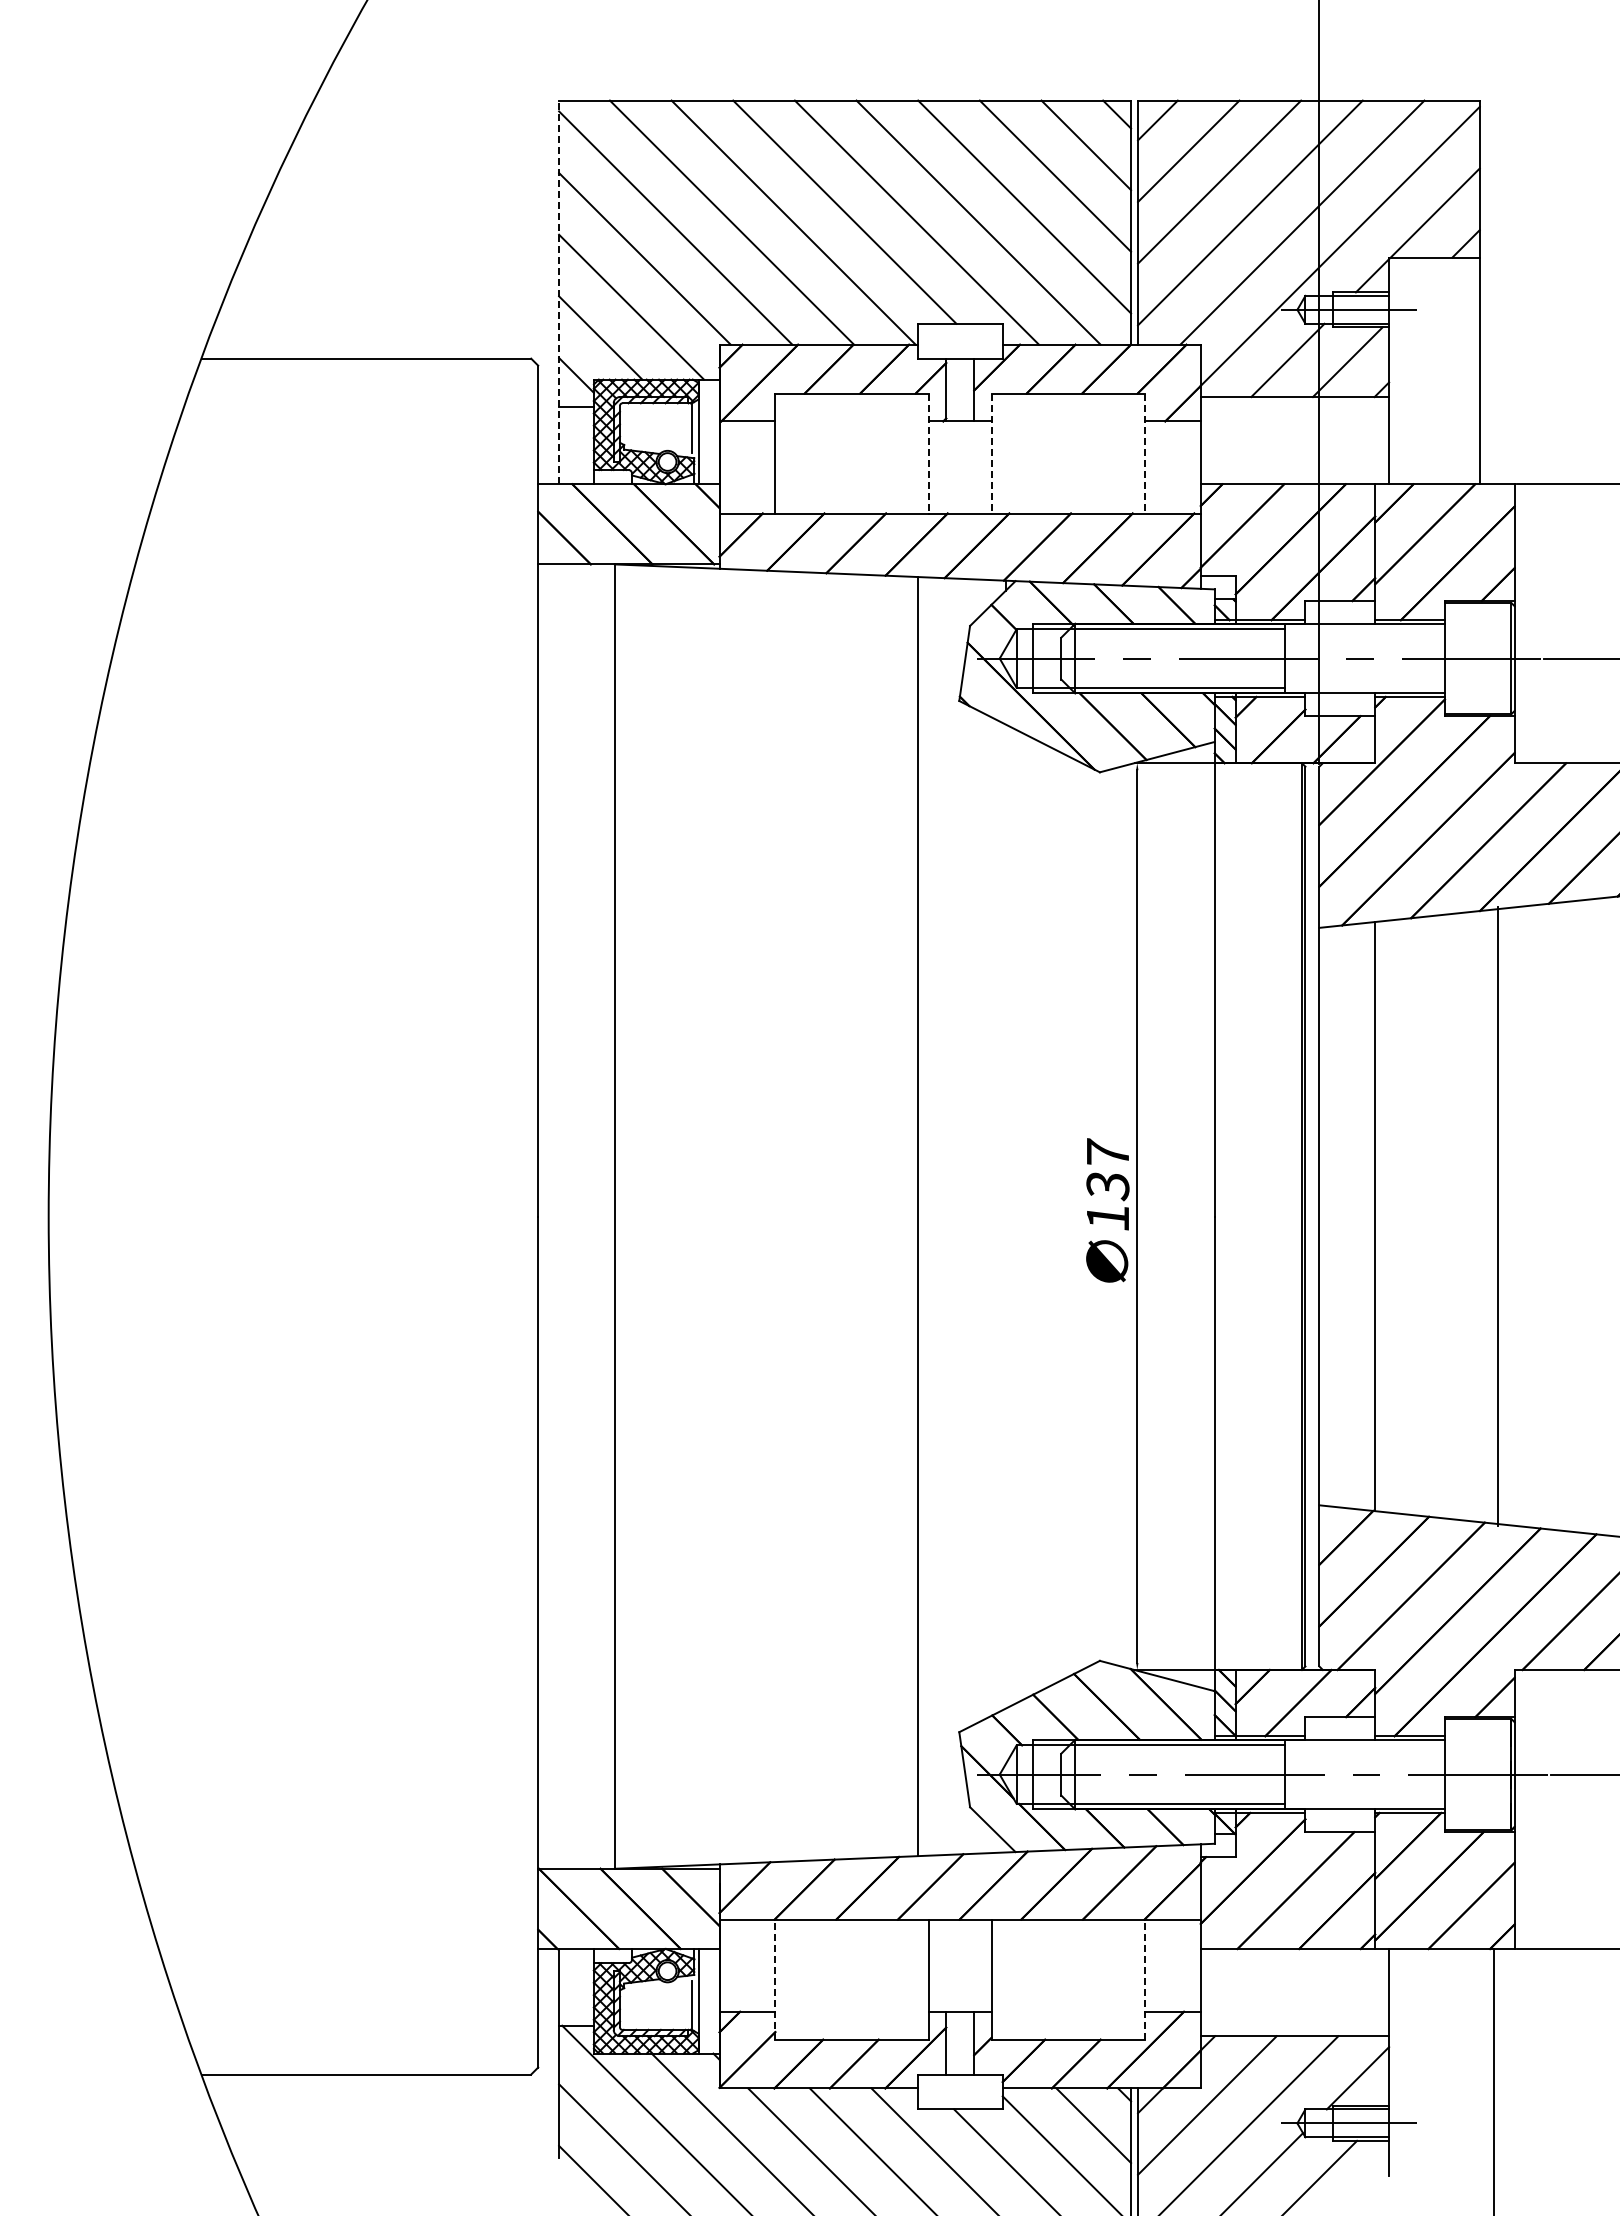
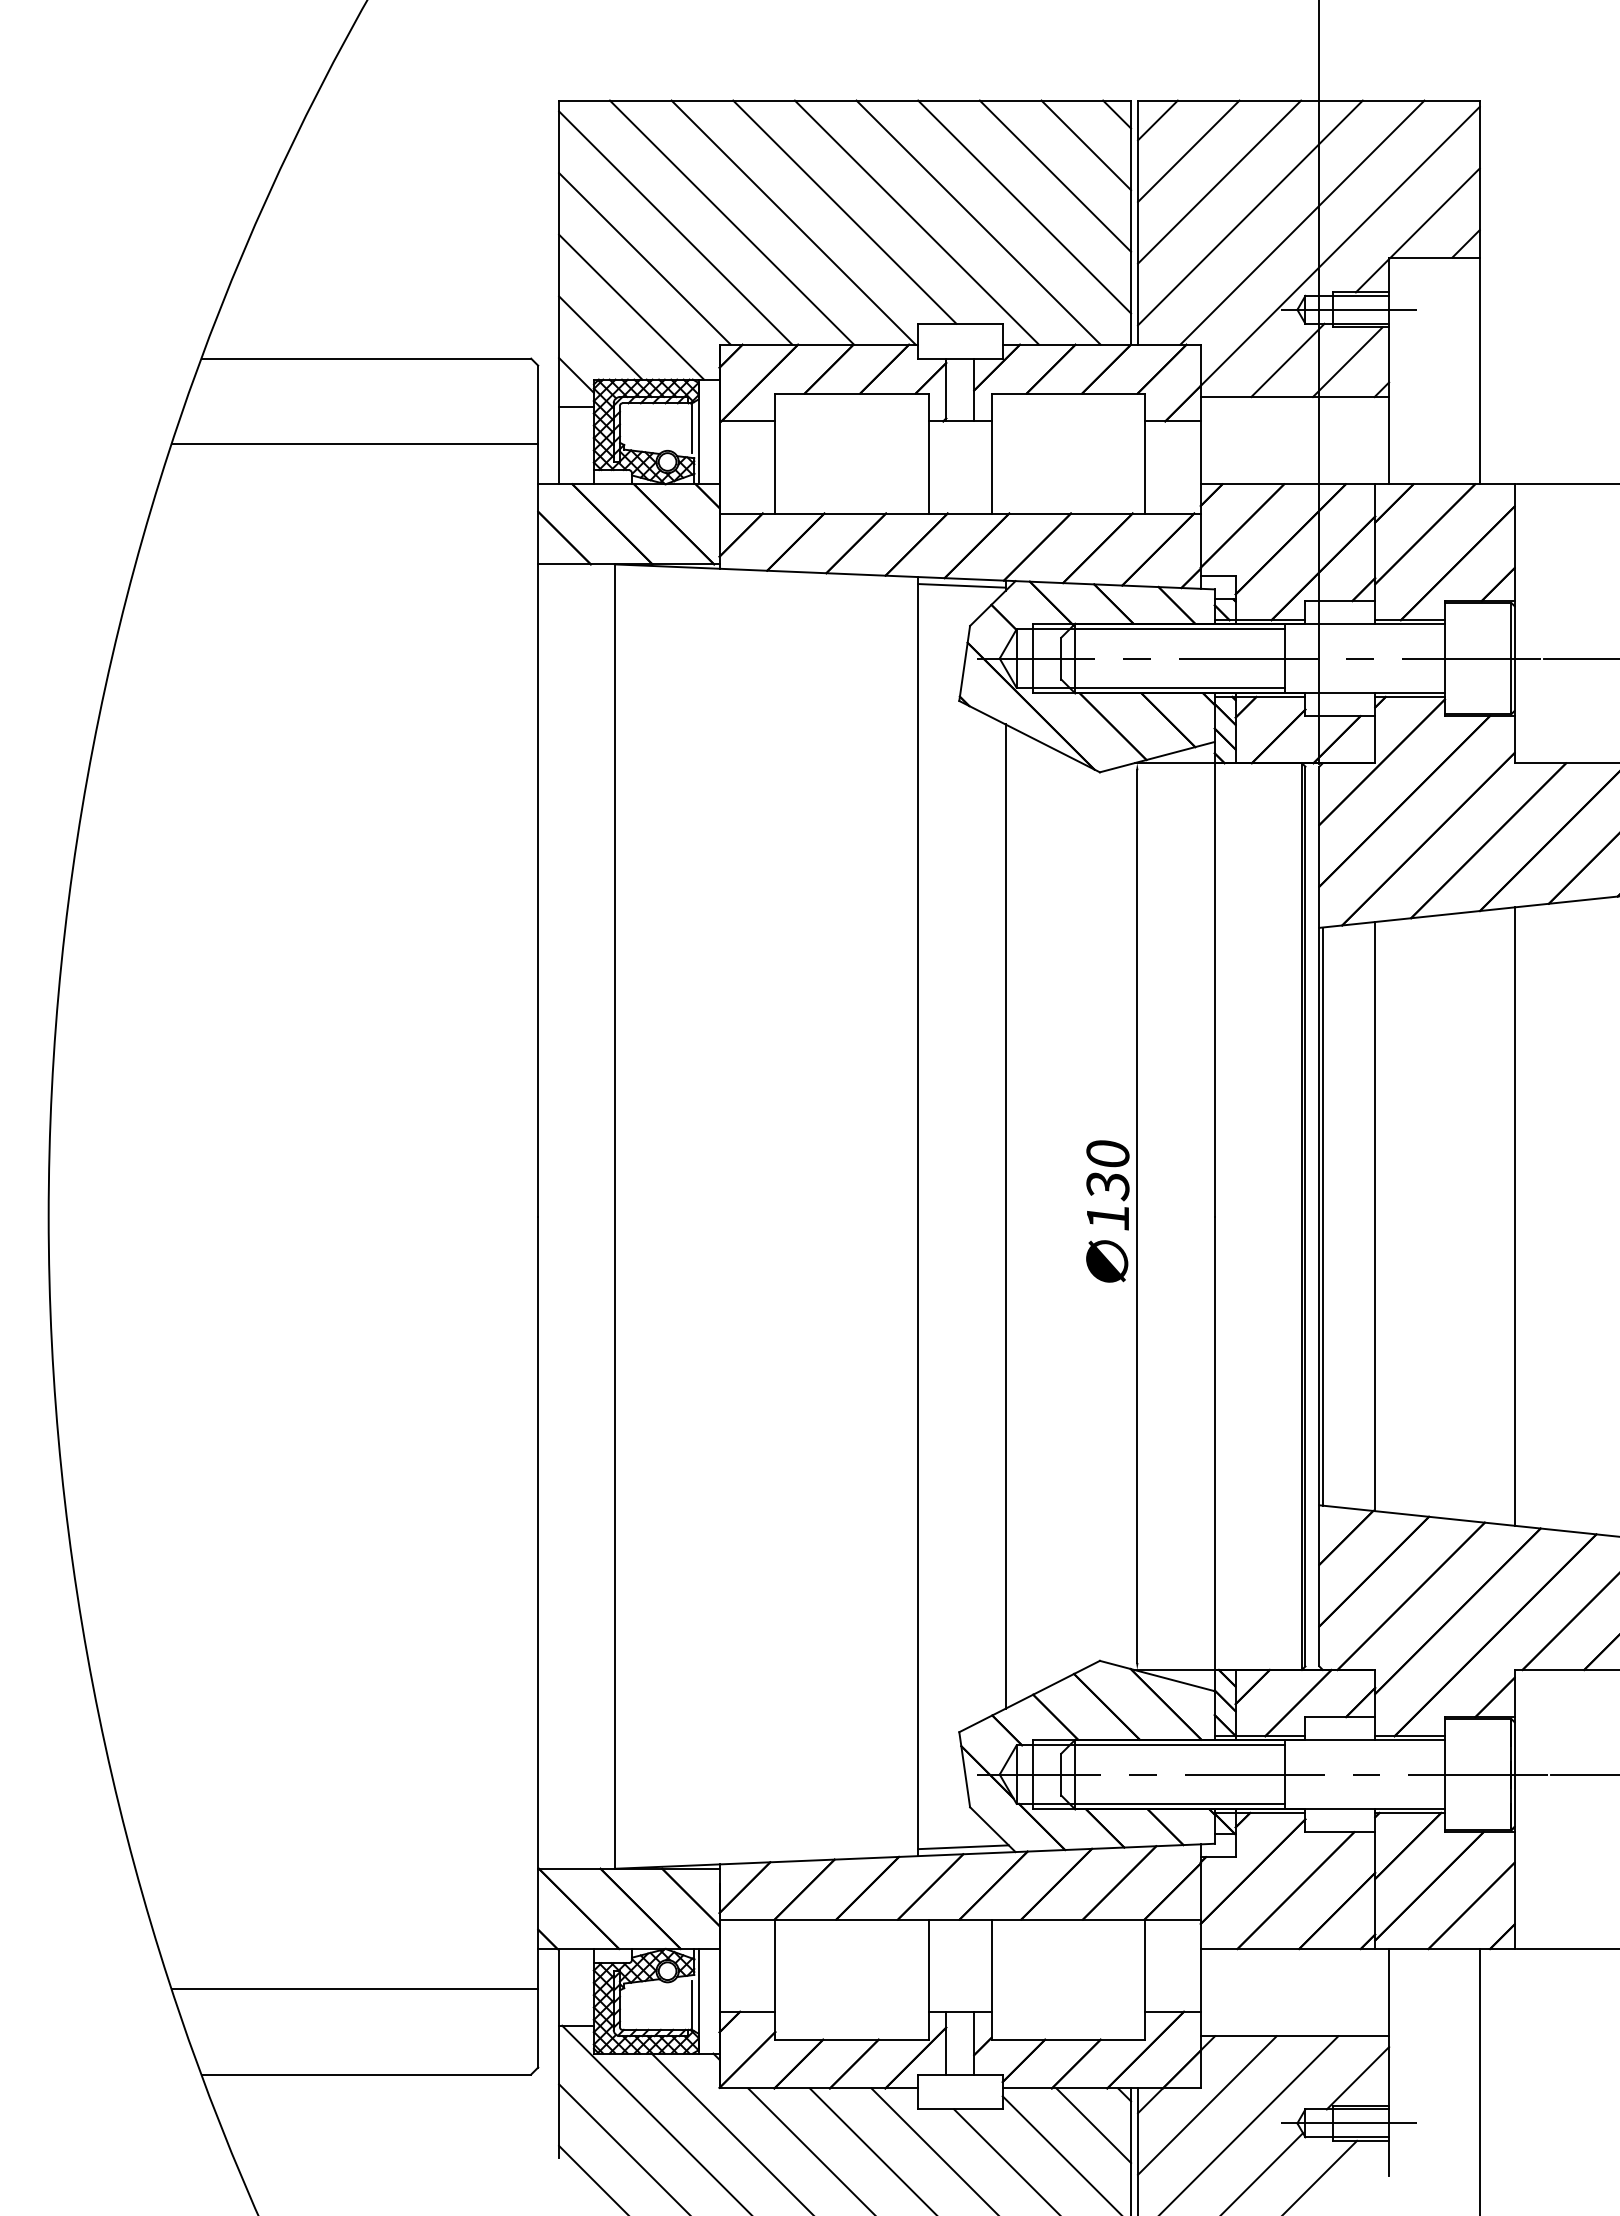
line at (559, 292): dashed -> solid
line at (355, 444): none -> present
line at (928, 453): dashed -> solid
line at (991, 453): dashed -> solid
line at (1145, 453): dashed -> solid
line at (961, 585): none -> present
text at (1107, 1152): 137 -> 130
line at (1005, 1216): none -> present
line at (1322, 1216): none -> present
line at (1497, 1216) position: (1497, 1216) -> (1514, 1216)
line at (963, 1847): none -> present
line at (775, 1979): dashed -> solid
line at (1145, 1979): dashed -> solid
line at (355, 1989): none -> present
line at (1493, 2080) position: (1493, 2080) -> (1479, 2080)
